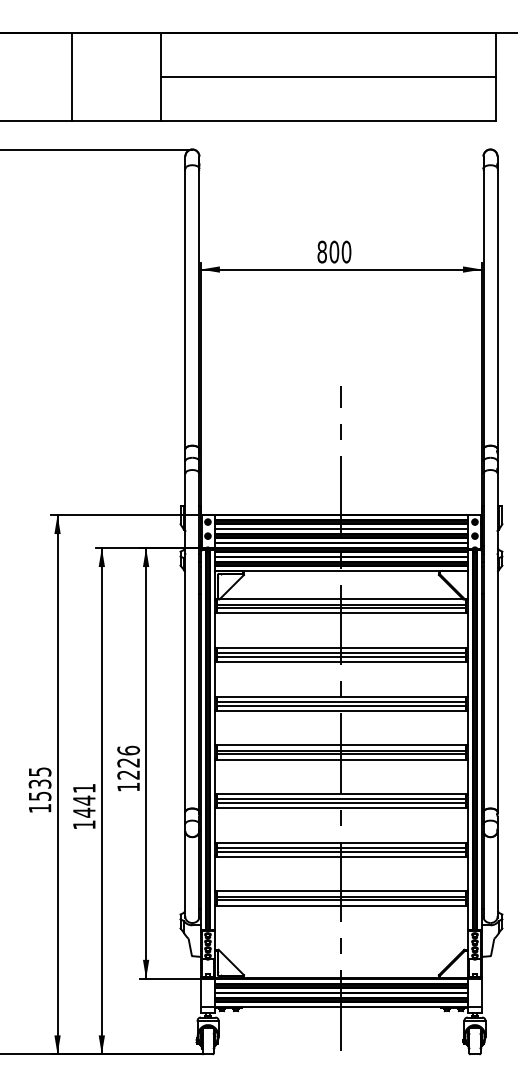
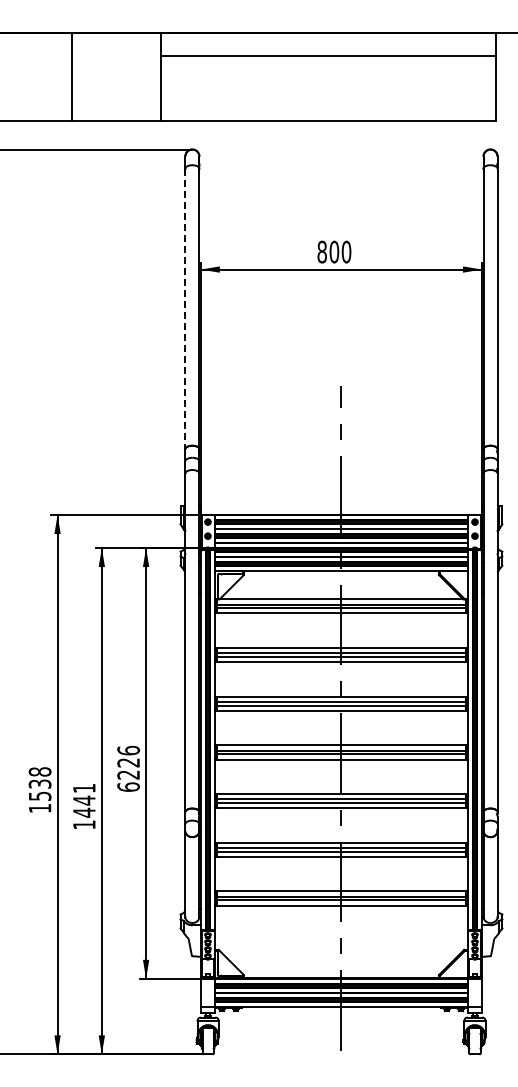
line at (327, 76) position: (327, 76) -> (327, 55)
line at (185, 309): solid -> dashed
text at (39, 771): 1535 -> 1538
text at (128, 786): 1226 -> 6226
